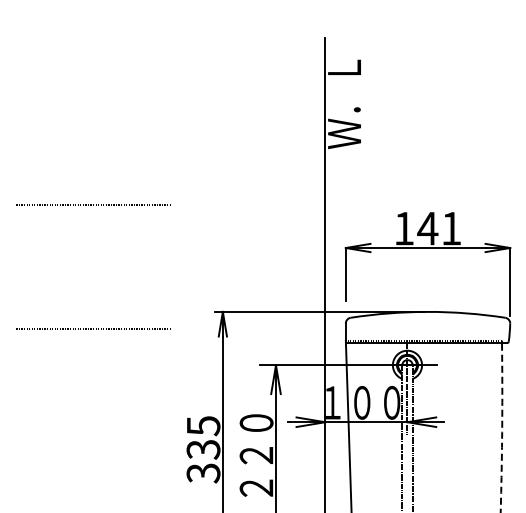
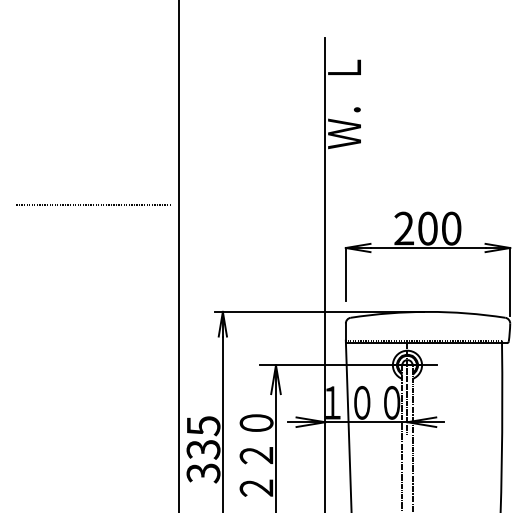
text at (427, 228): 141 -> 200
line at (179, 255): none -> present
line at (93, 328): present -> none
arc at (502, 427): dashed -> solid
